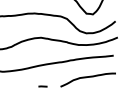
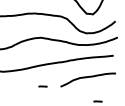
line at (97, 101): none -> present
